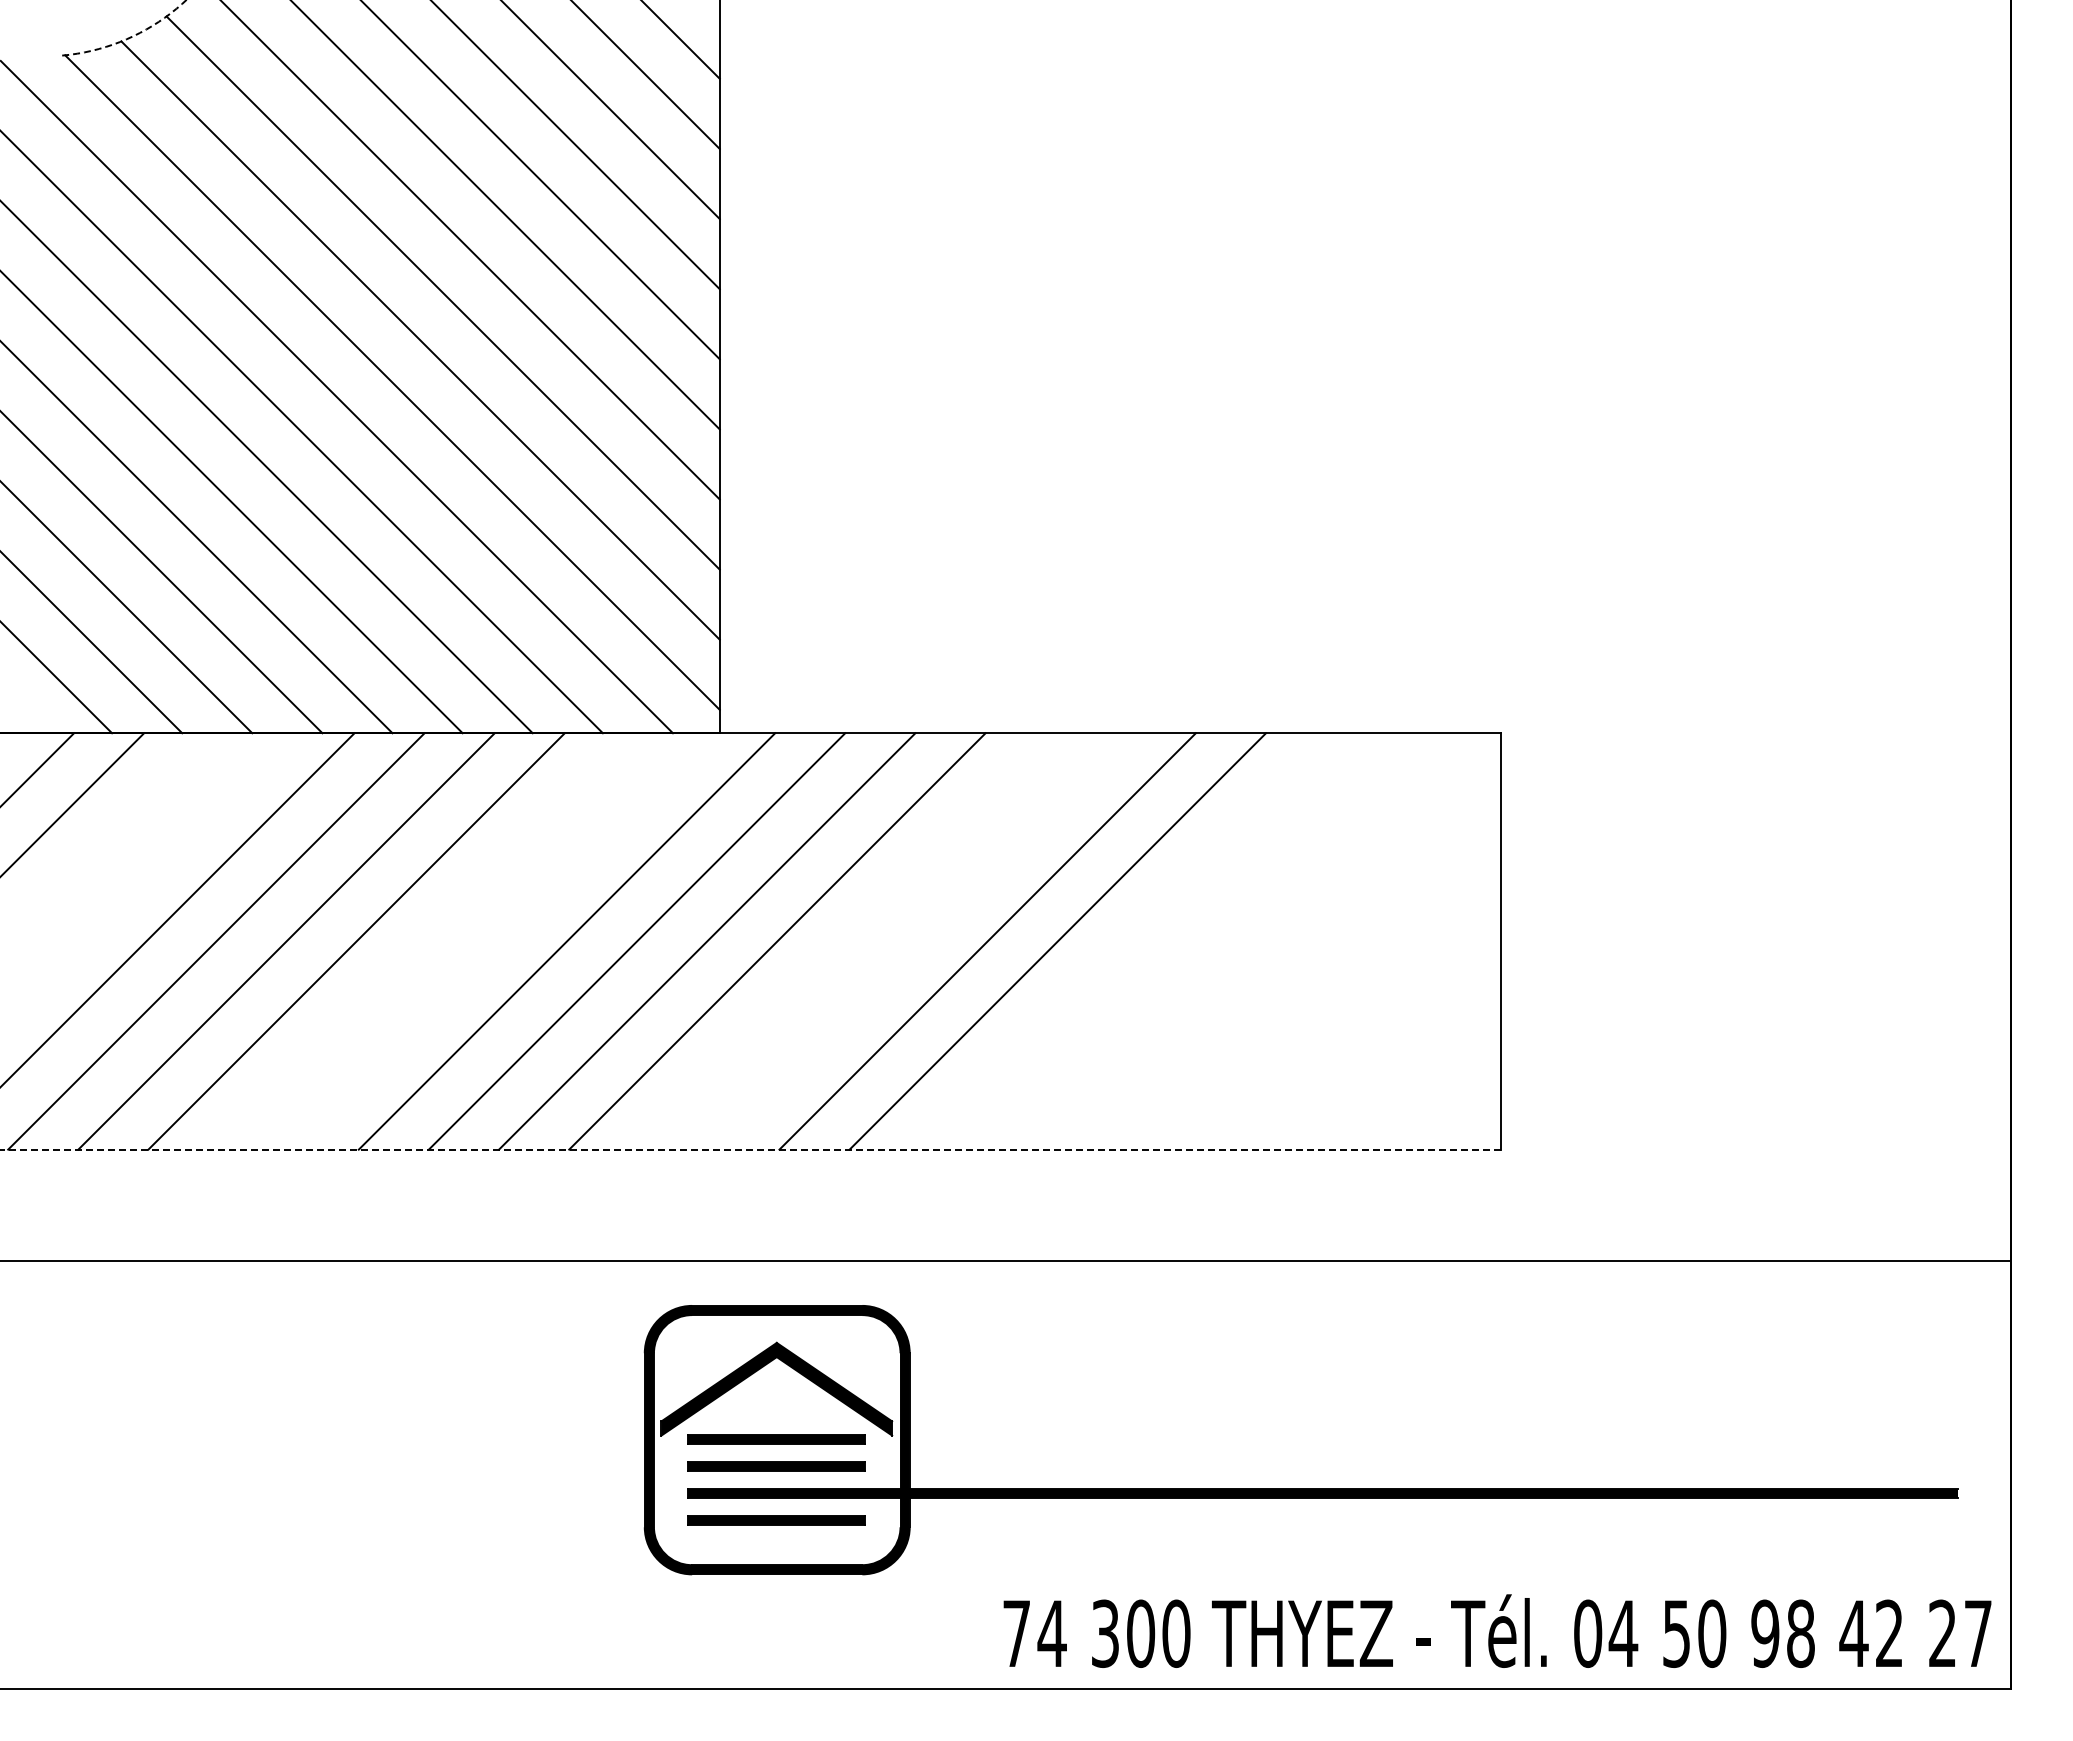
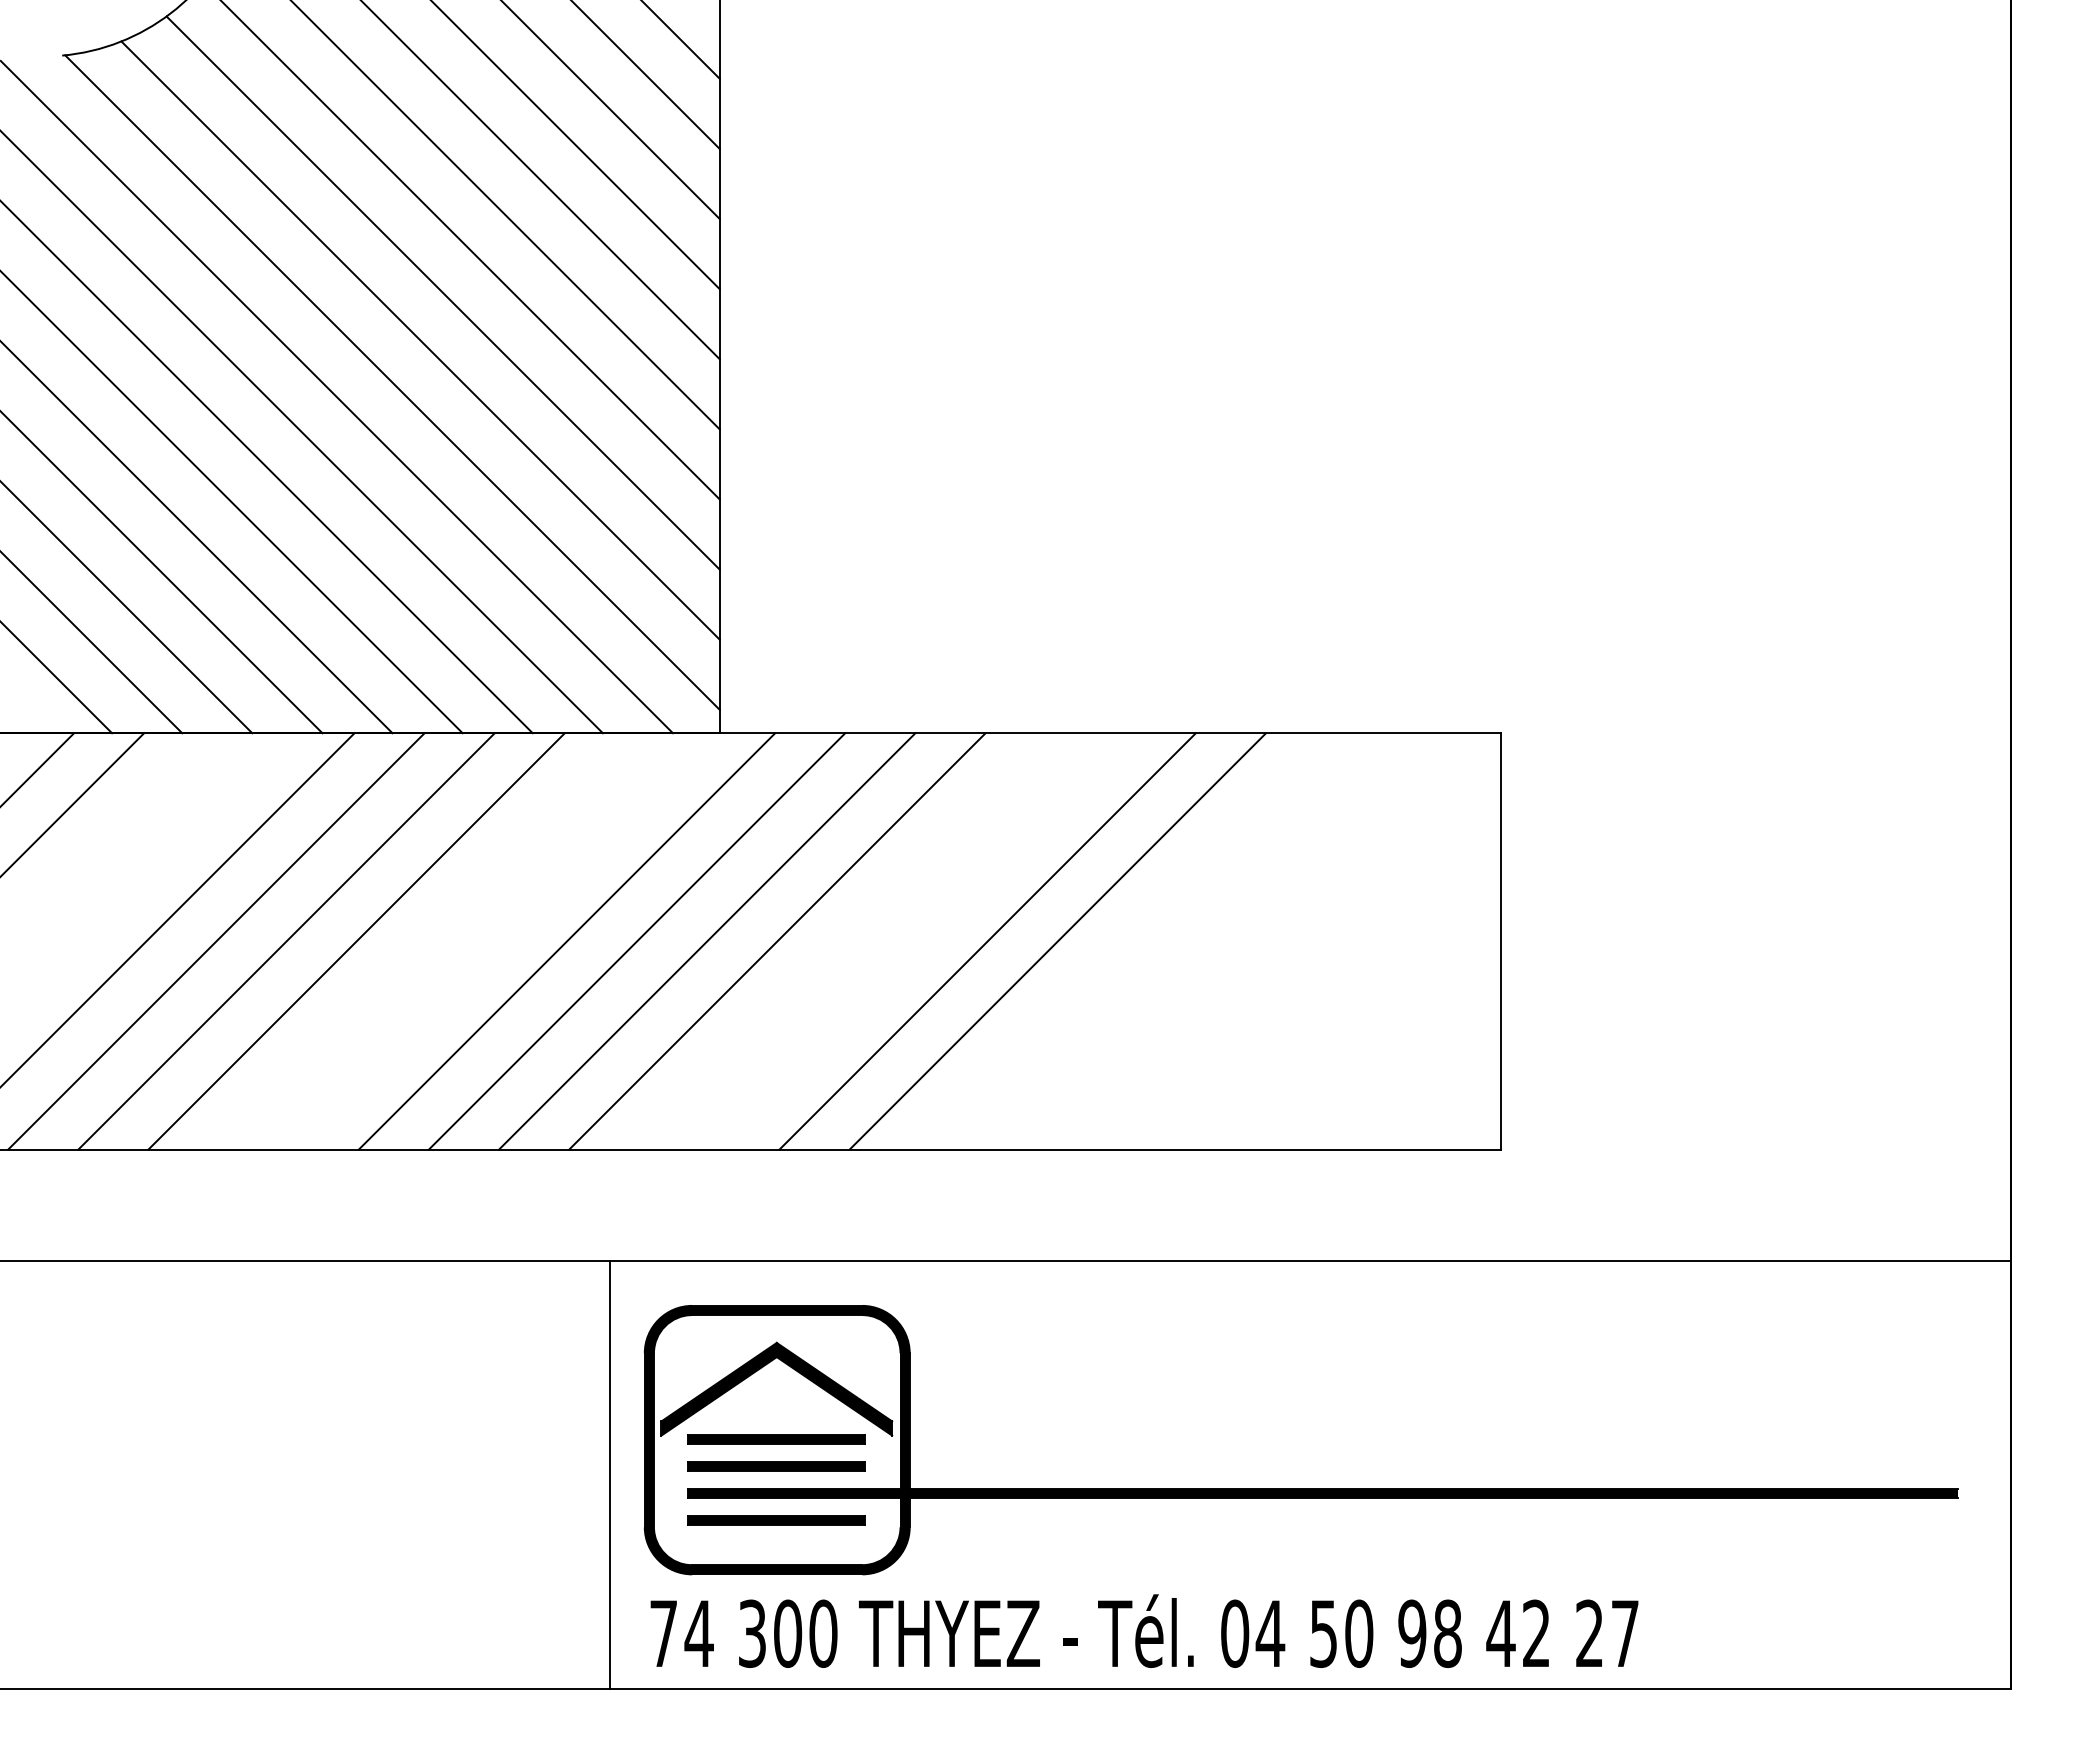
arc at (129, 37): dashed -> solid
line at (750, 1149): dashed -> solid
line at (609, 1474): none -> present
text at (1497, 1630) position: (1497, 1630) -> (1144, 1630)
